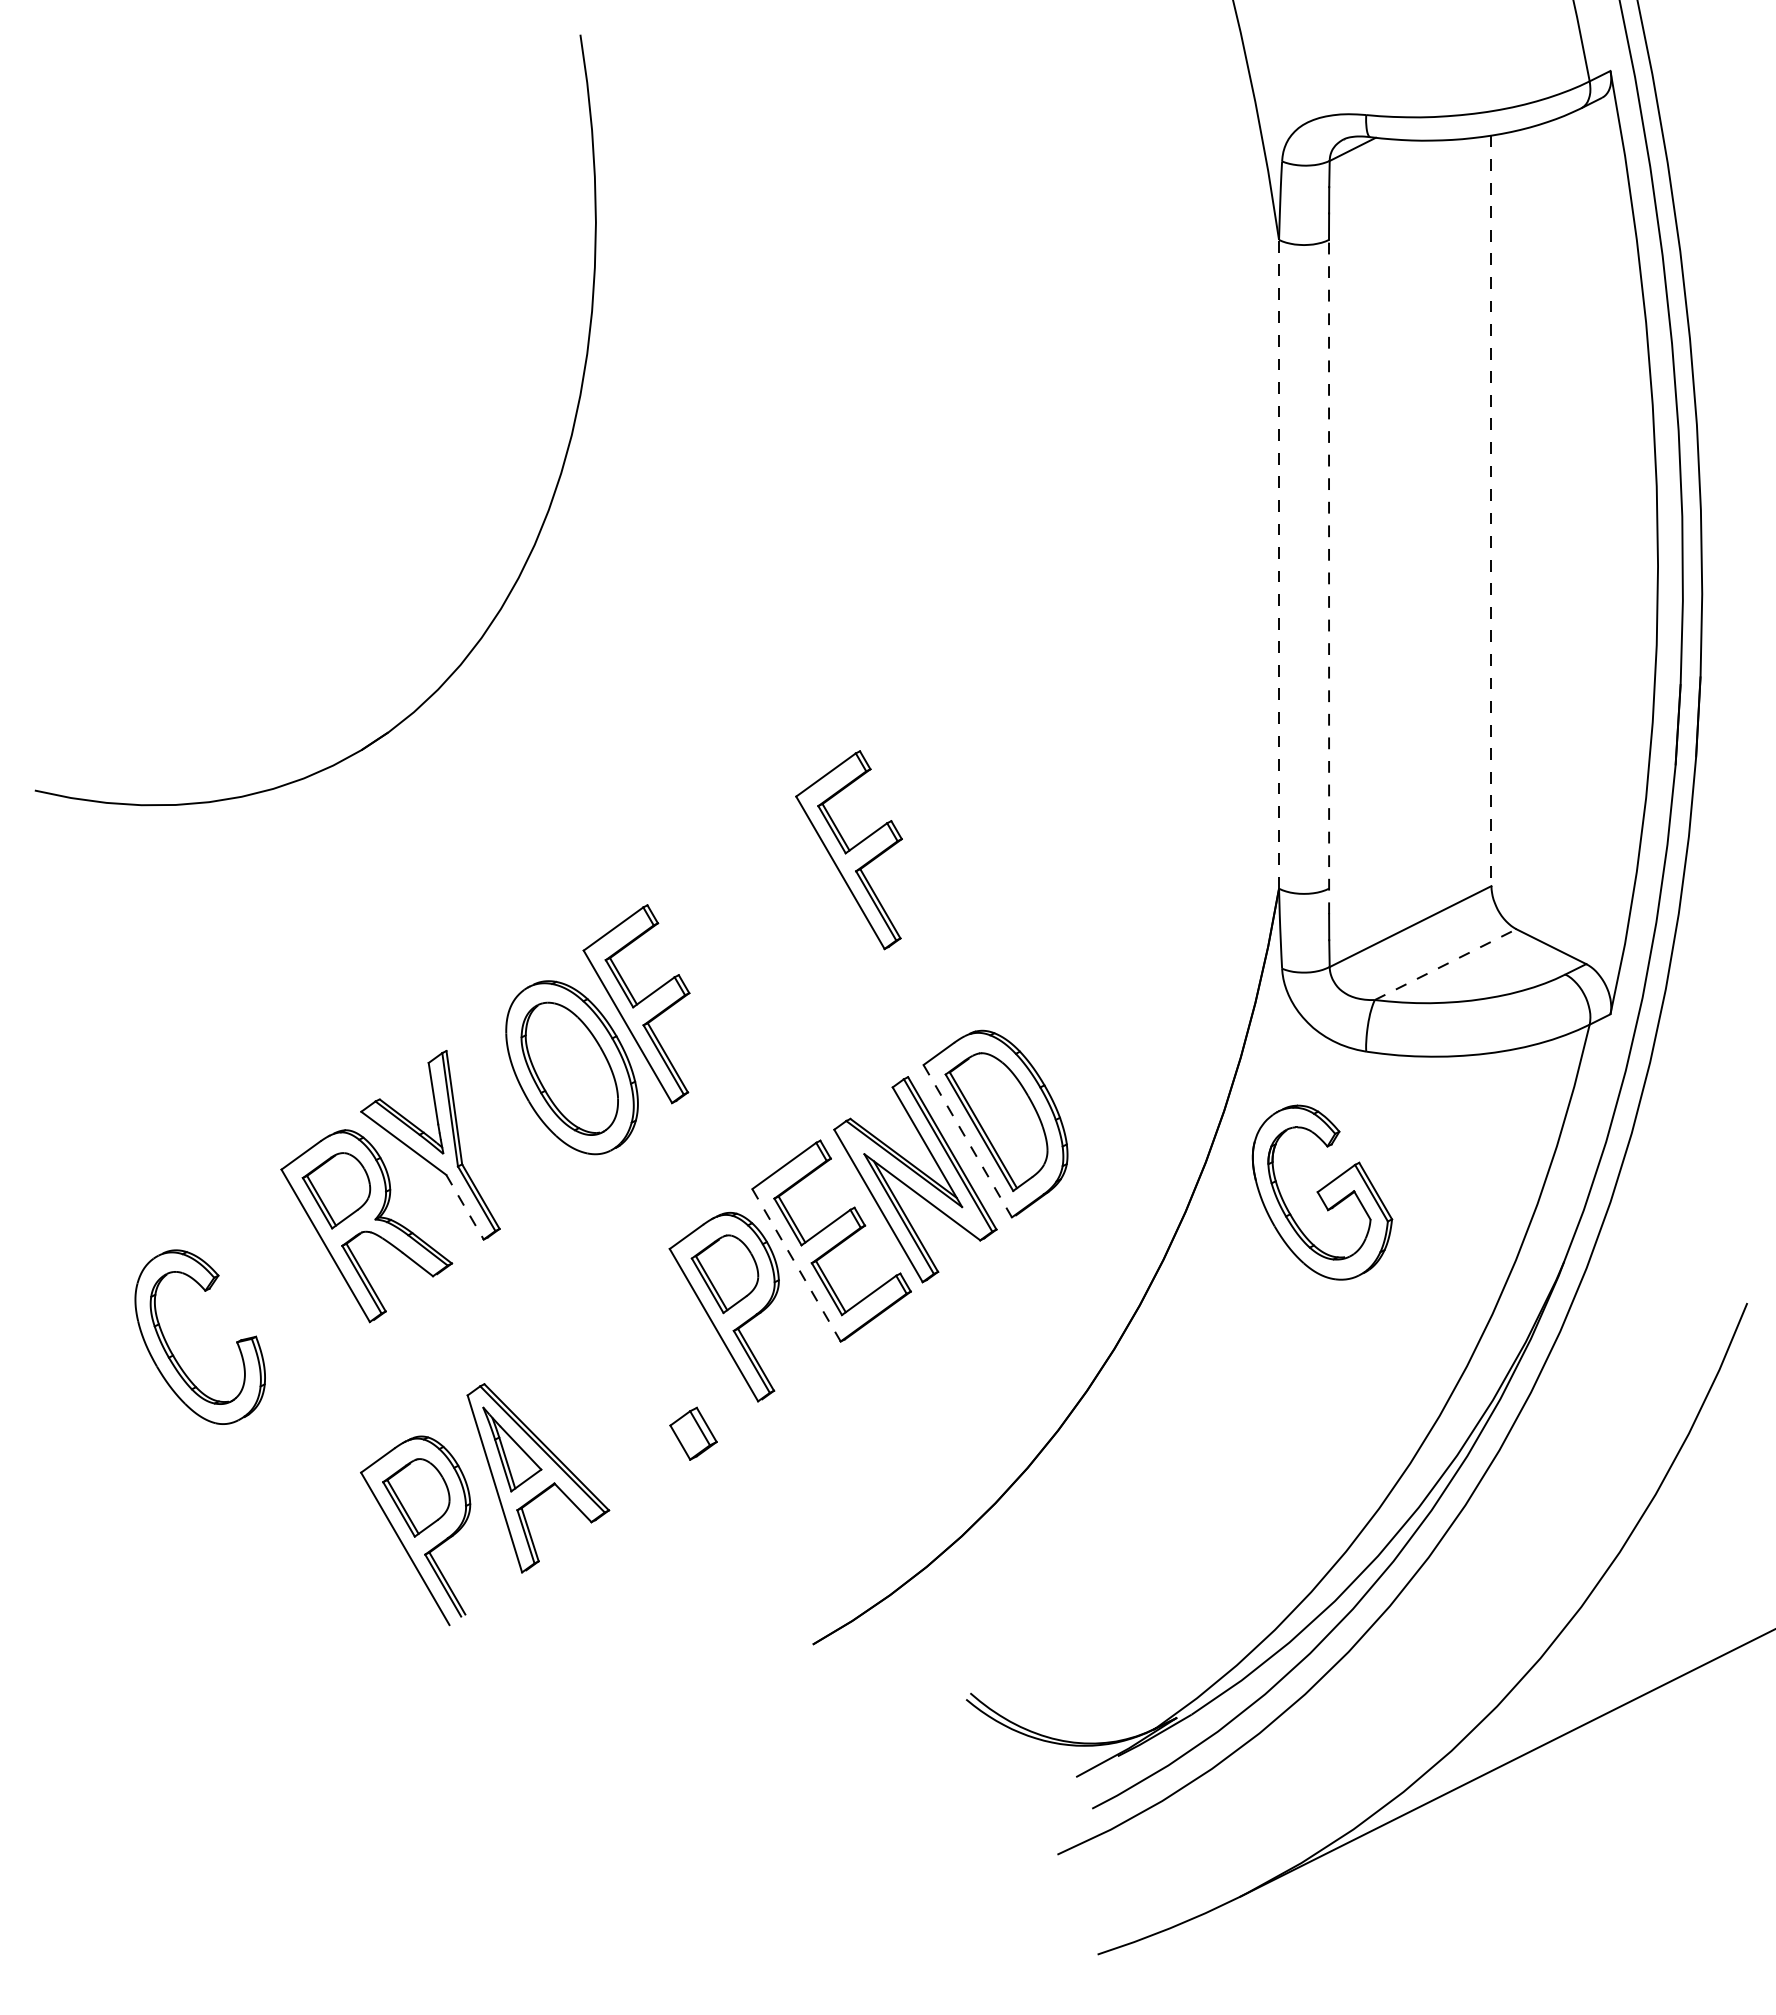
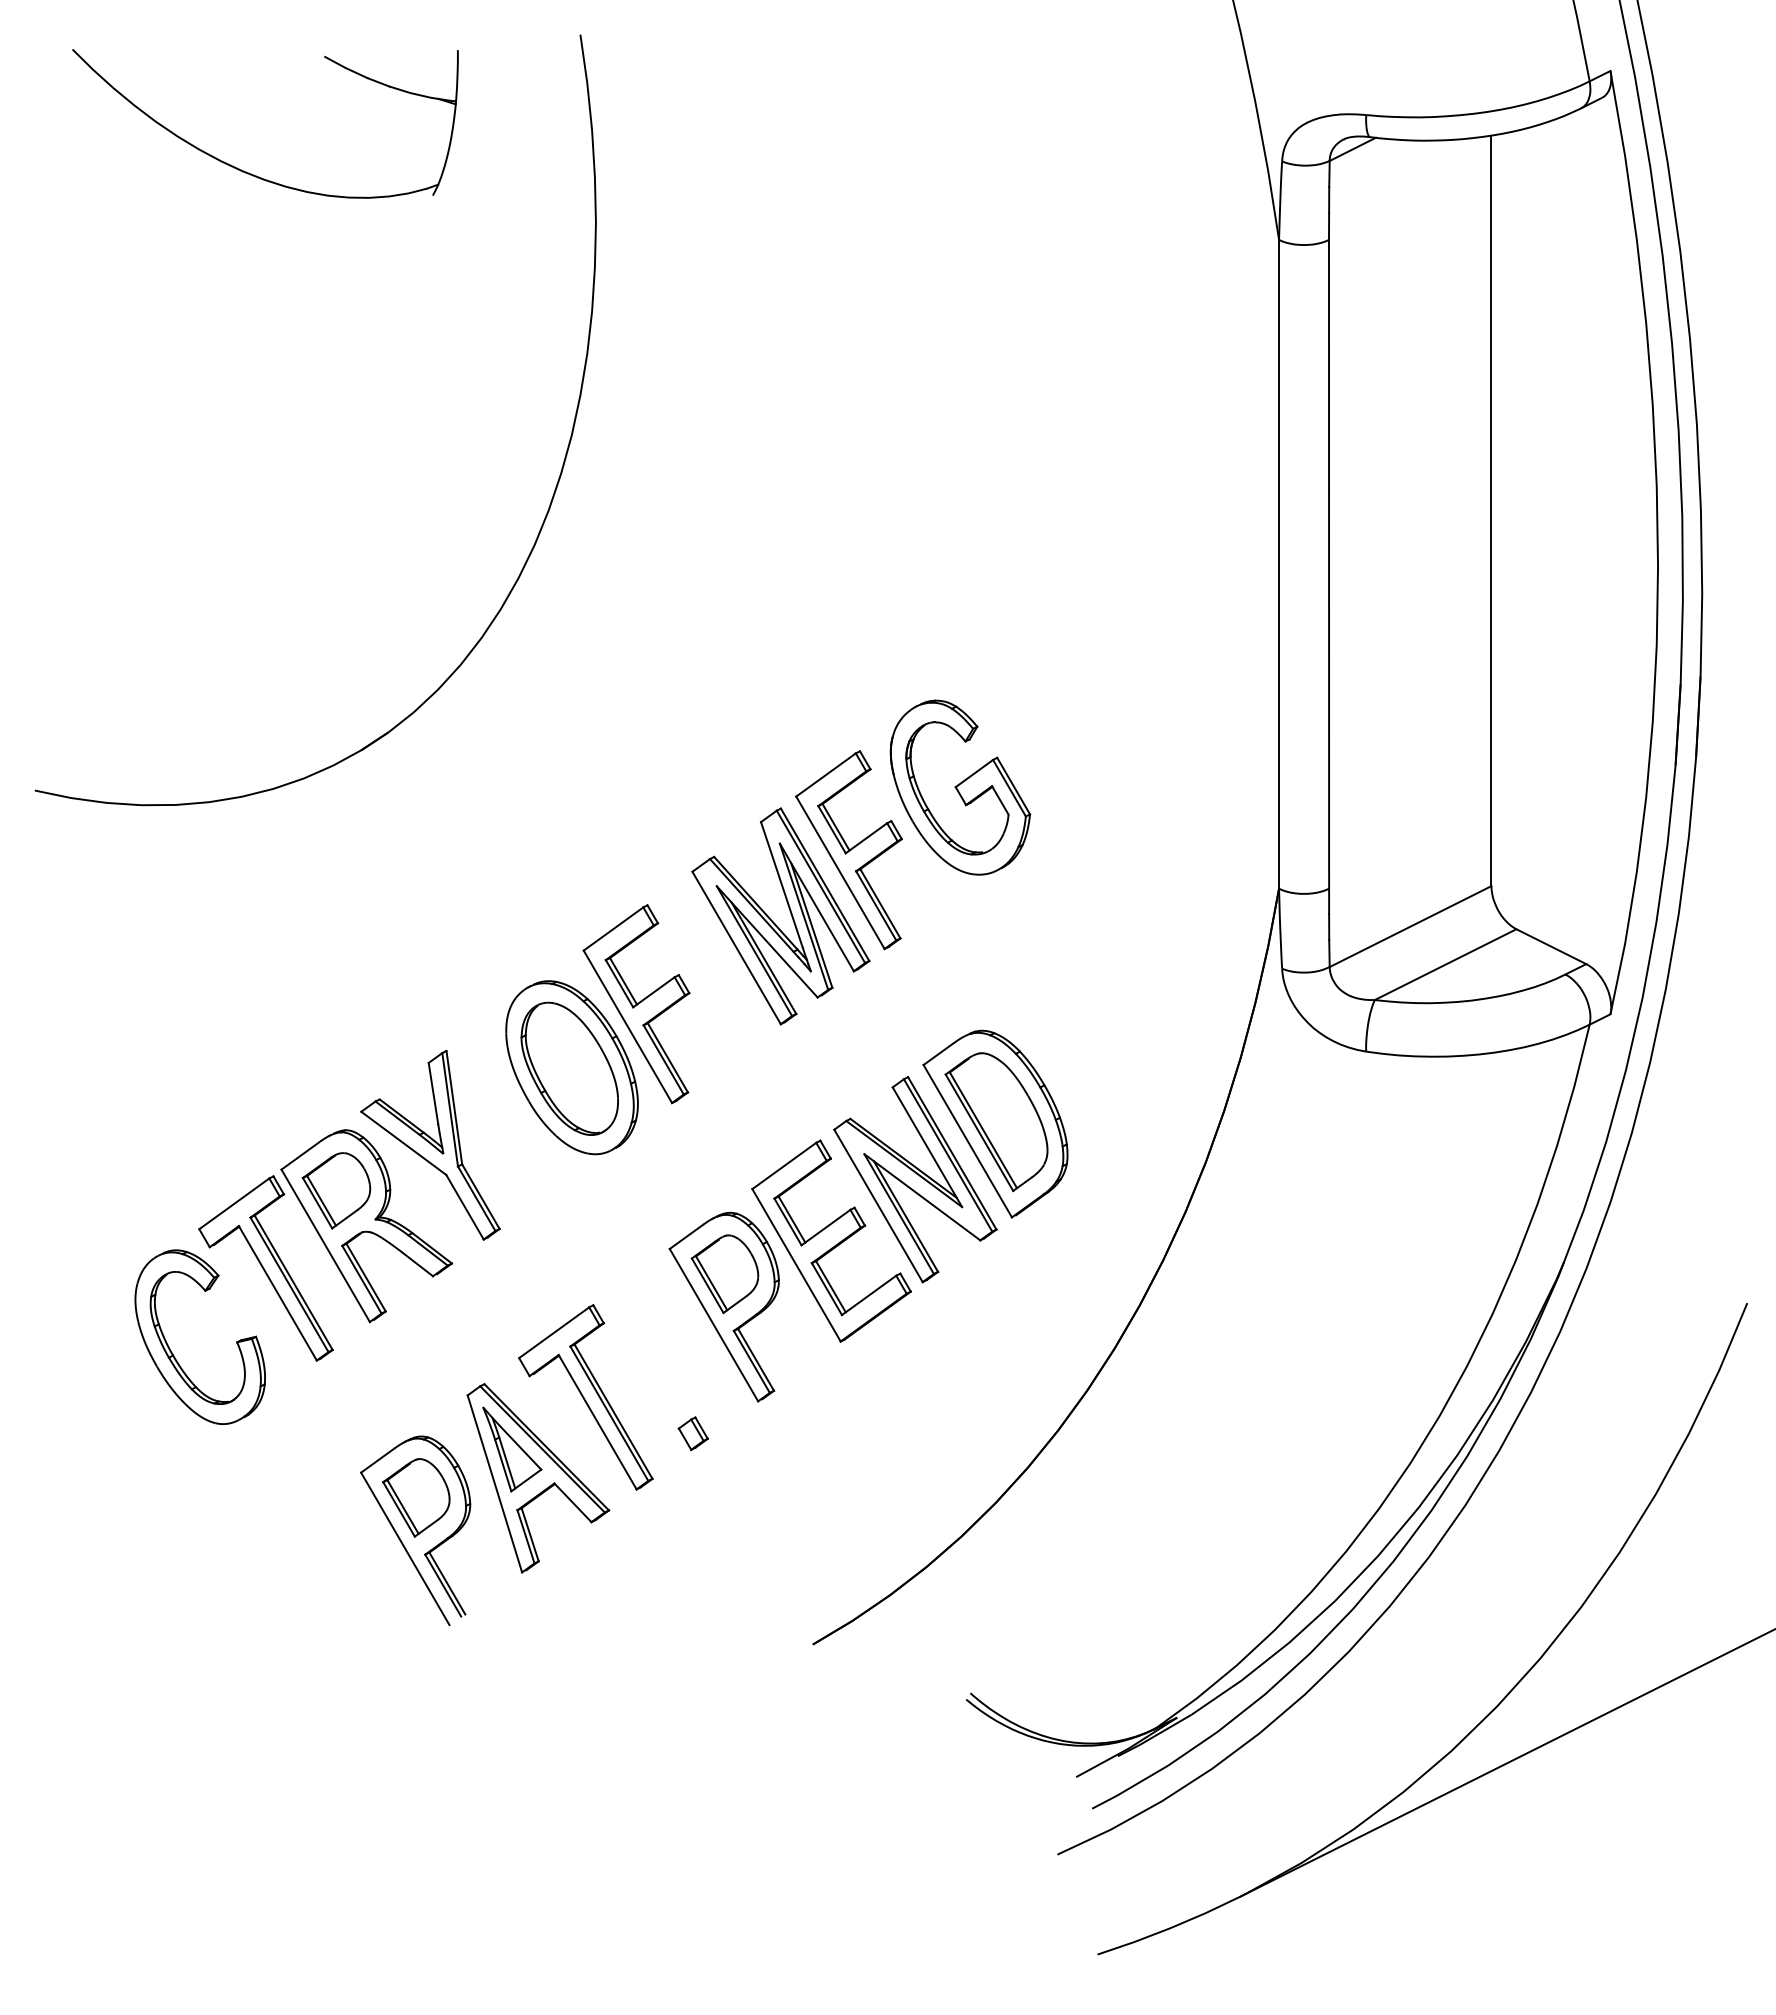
part at (246, 171): none -> present
line at (1491, 511): dashed -> solid
line at (1279, 563): dashed -> solid
line at (1329, 576): dashed -> solid
part at (774, 922): none -> present
line at (1446, 964): dashed -> solid
line at (968, 1141): dashed -> solid
part at (1322, 1192) position: (1322, 1192) -> (960, 787)
line at (465, 1207): dashed -> solid
line at (796, 1265): dashed -> solid
part at (265, 1268): none -> present
part at (585, 1397): none -> present
part at (693, 1433) size: 49x55 px -> 32x35 px
